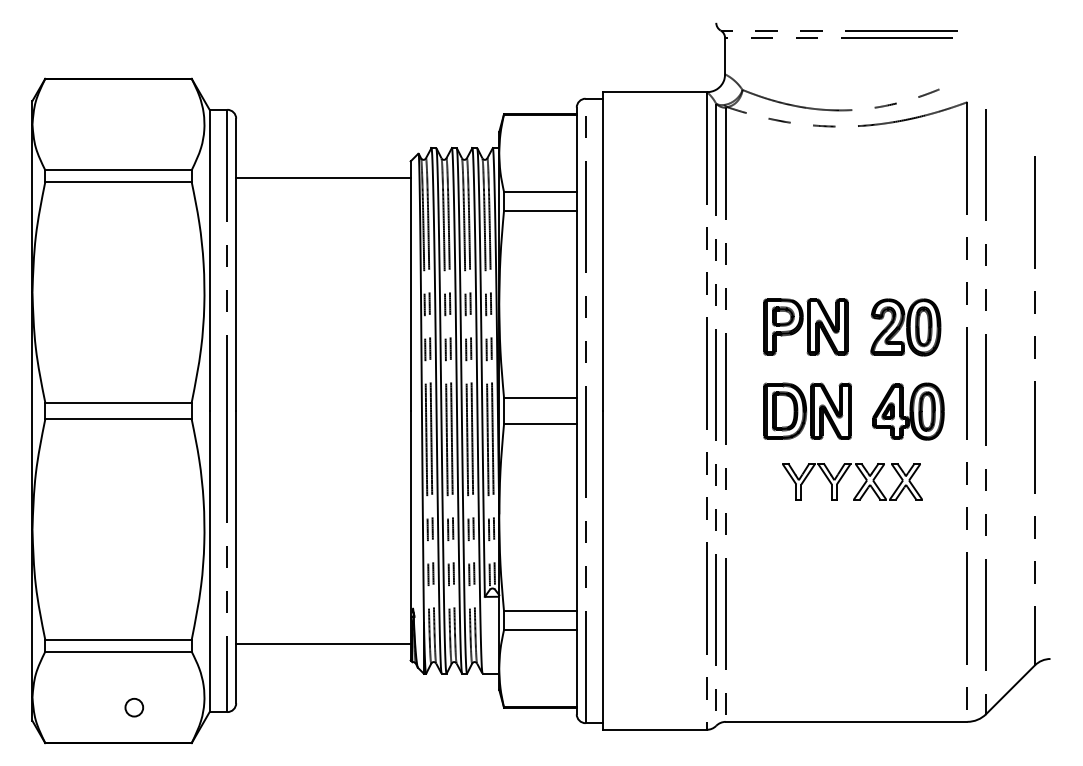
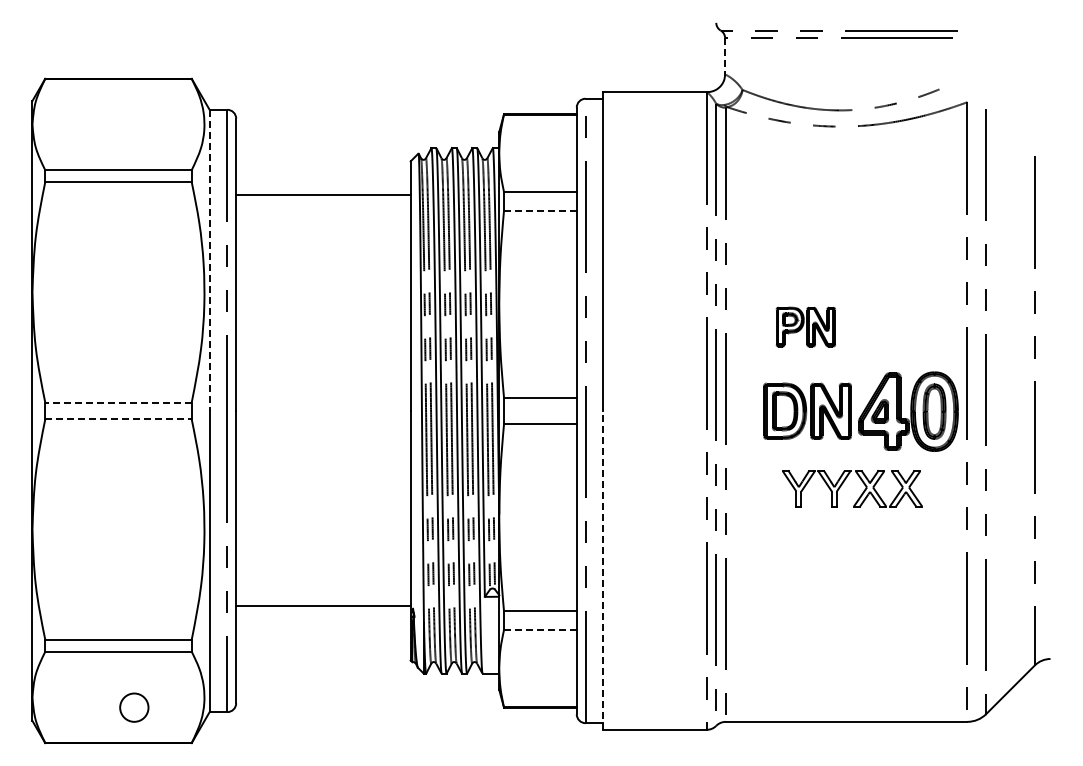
line at (725, 56): solid -> dashed
line at (323, 177) position: (323, 177) -> (323, 194)
line at (539, 210): solid -> dashed
line at (209, 260): solid -> dashed
part at (805, 326) size: 86x58 px -> 61x42 px
part at (905, 327): present -> none
line at (118, 402): solid -> dashed
part at (908, 411) size: 73x59 px -> 101x81 px
line at (119, 419): solid -> dashed
part at (844, 475) position: (844, 475) -> (844, 482)
line at (603, 569): solid -> dashed
line at (539, 630): solid -> dashed
line at (323, 644) position: (323, 644) -> (323, 606)
circle at (134, 707) diameter: 18 px -> 28 px
